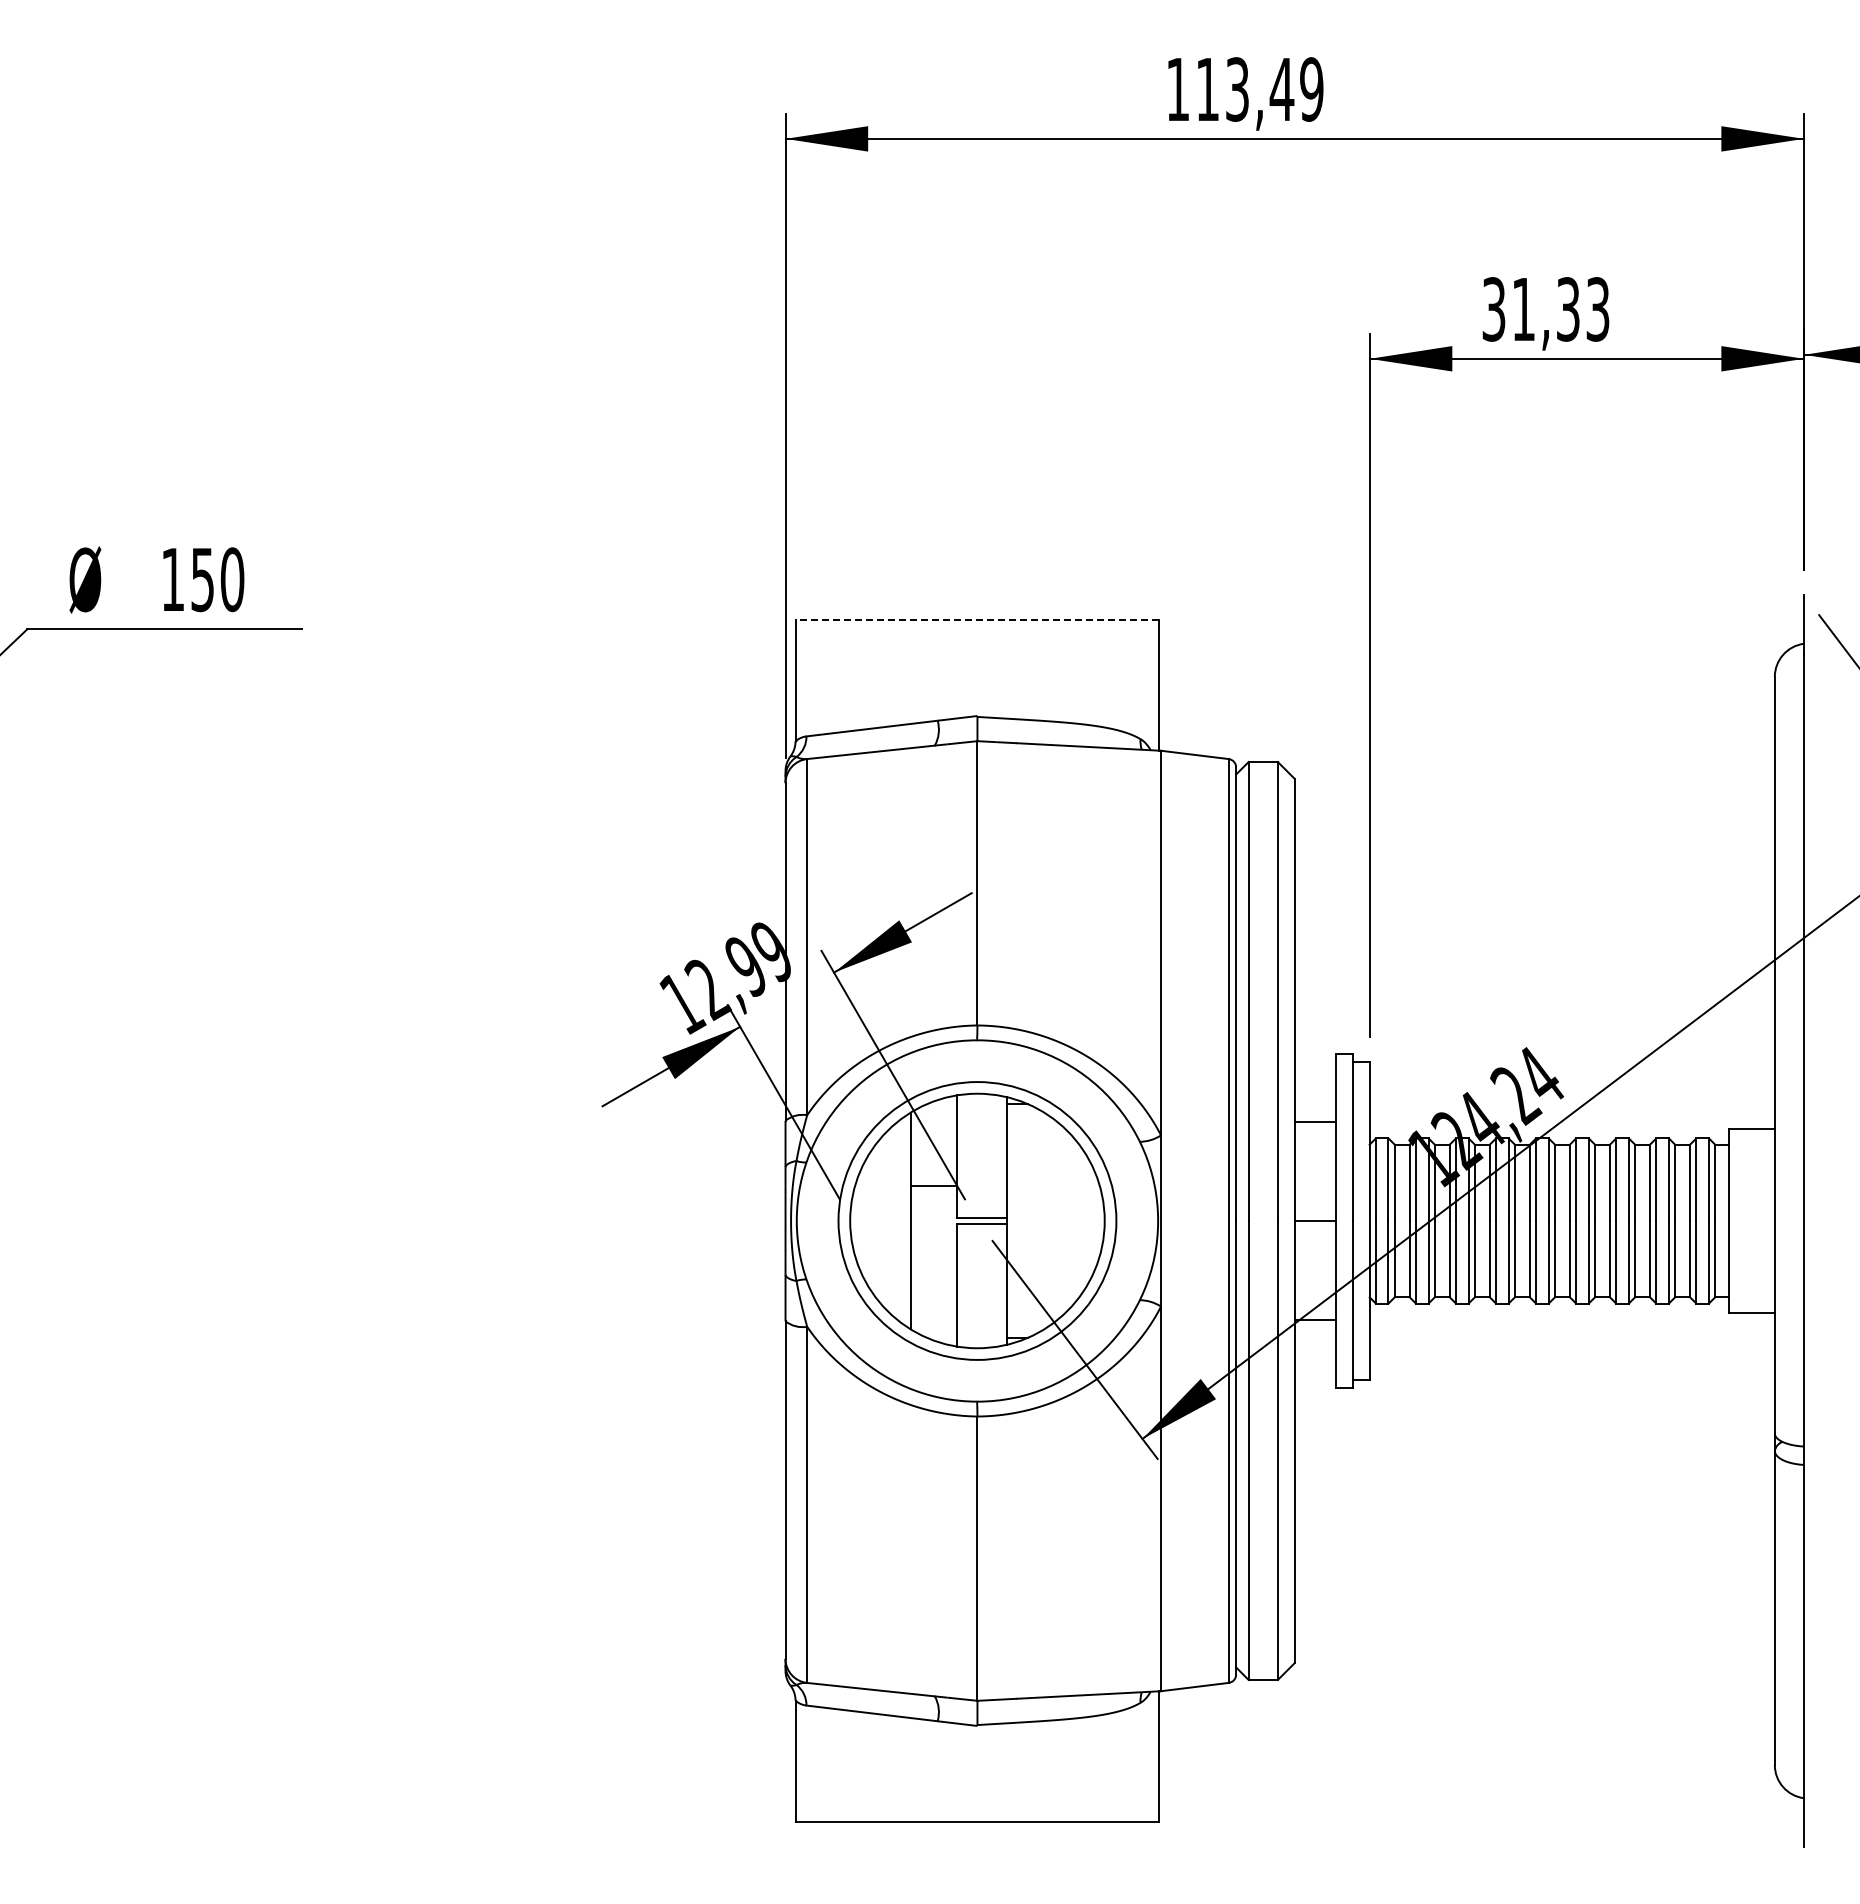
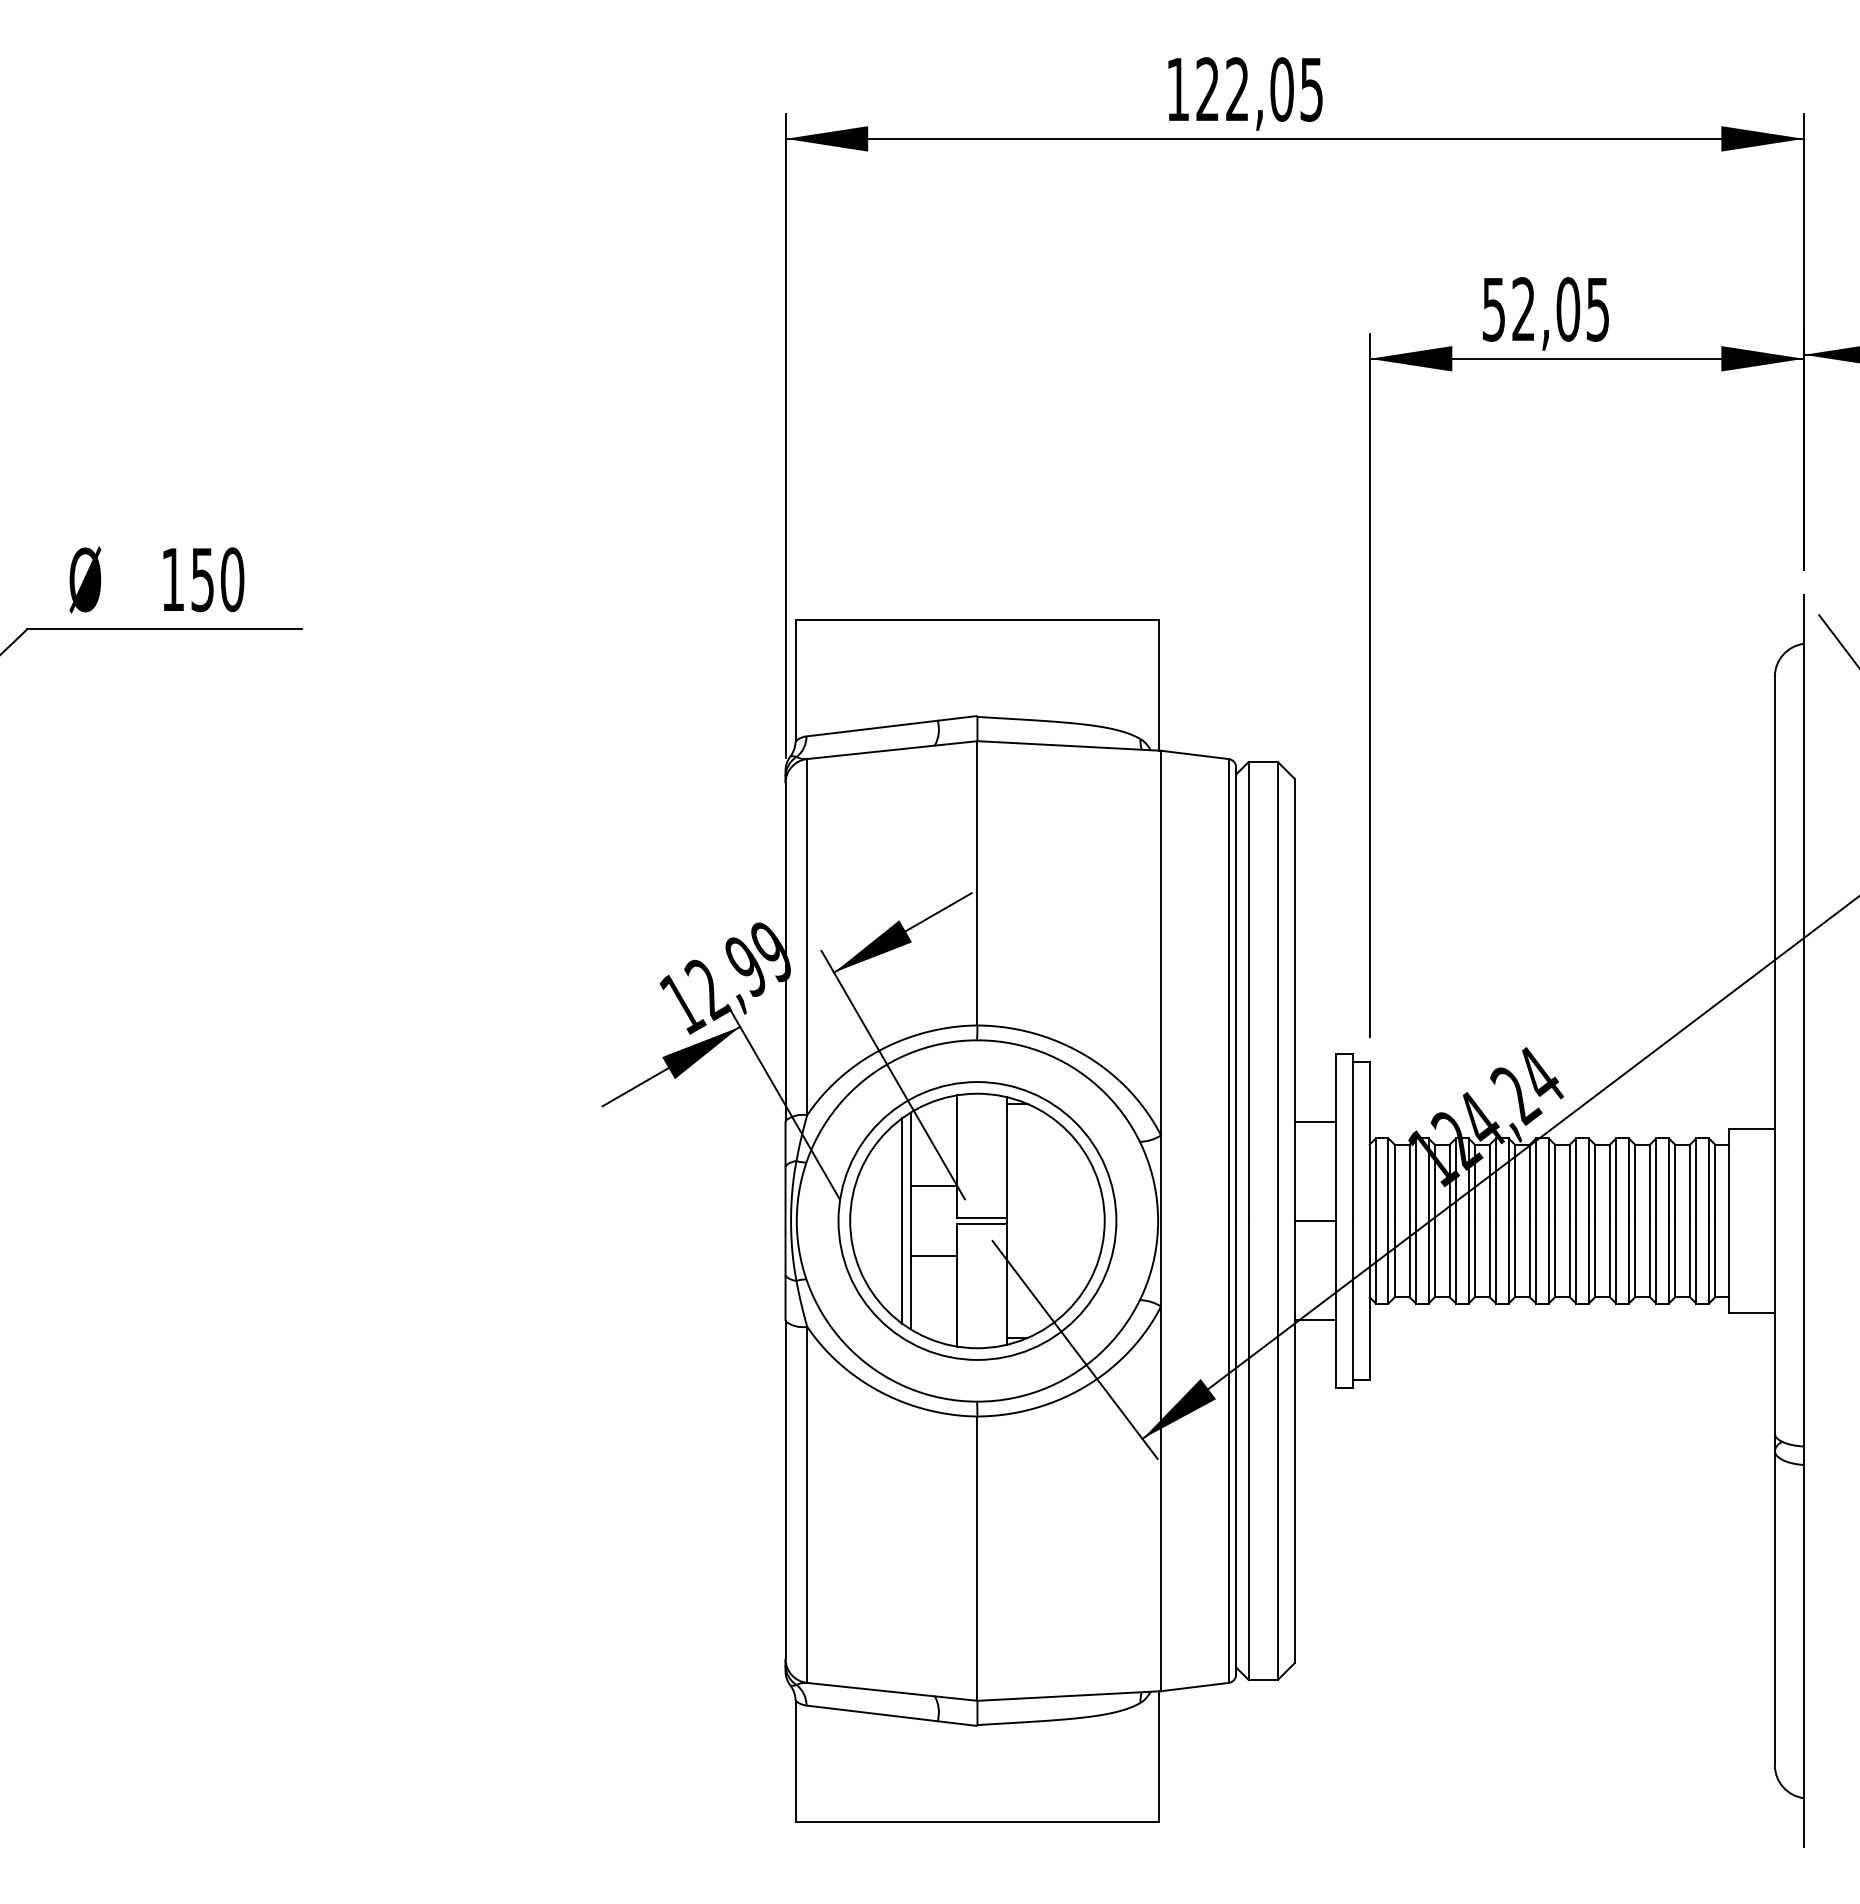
text at (1259, 89): 113,49 -> 122,05
text at (1546, 309): 31,33 -> 52,05
line at (977, 620): dashed -> solid
line at (902, 1220): none -> present
line at (933, 1256): none -> present
